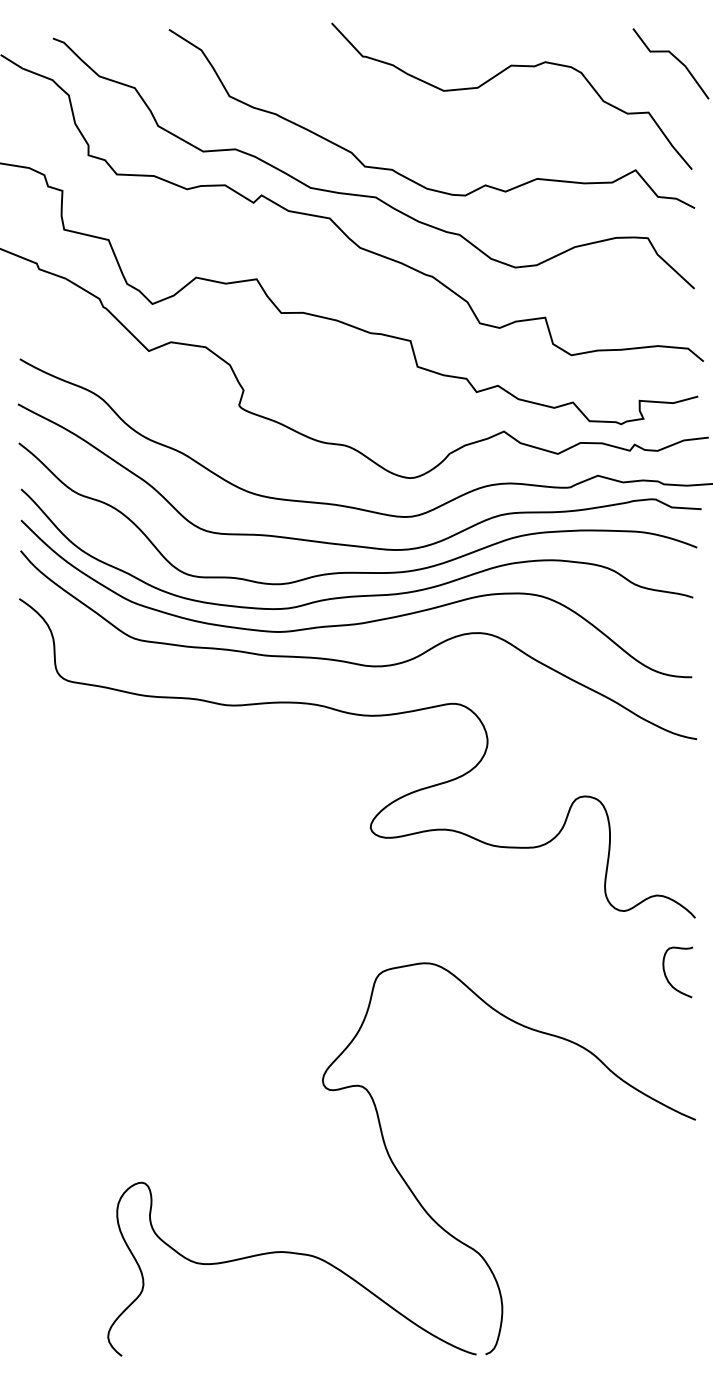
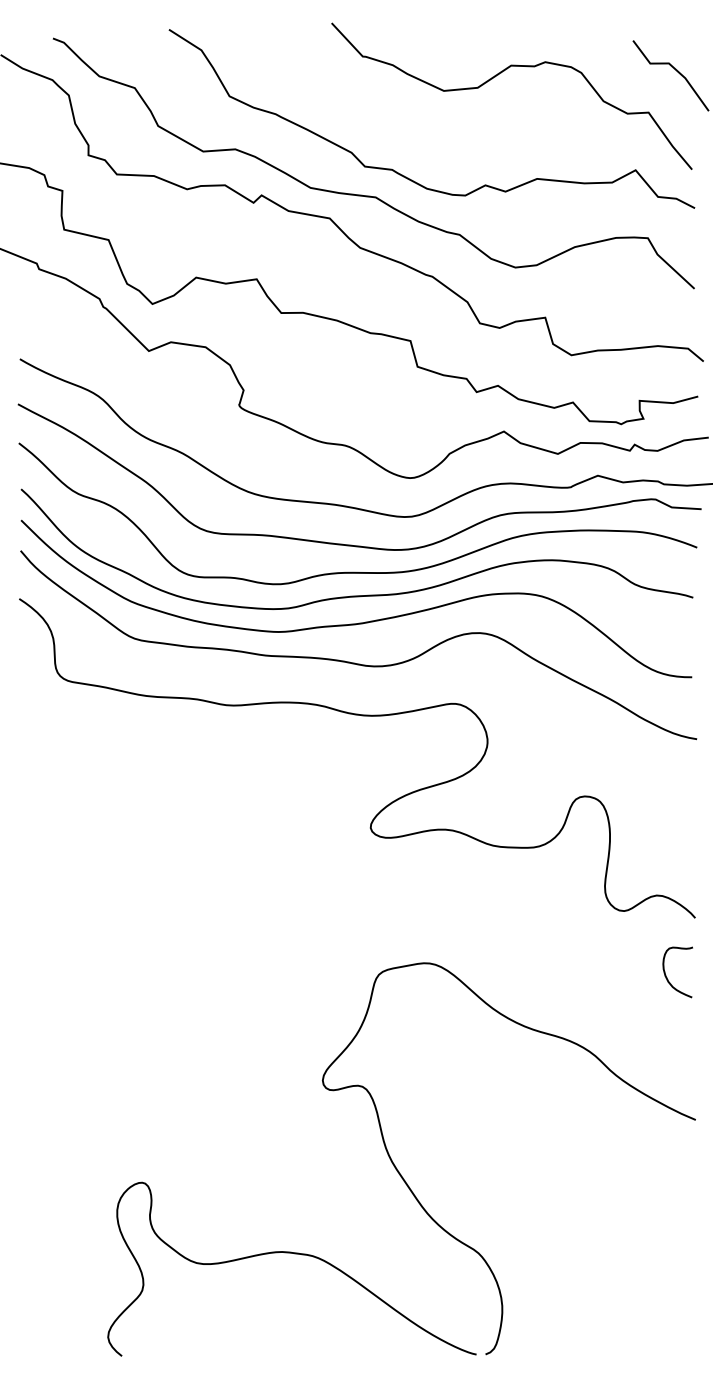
line at (675, 58) position: (675, 58) -> (675, 70)
